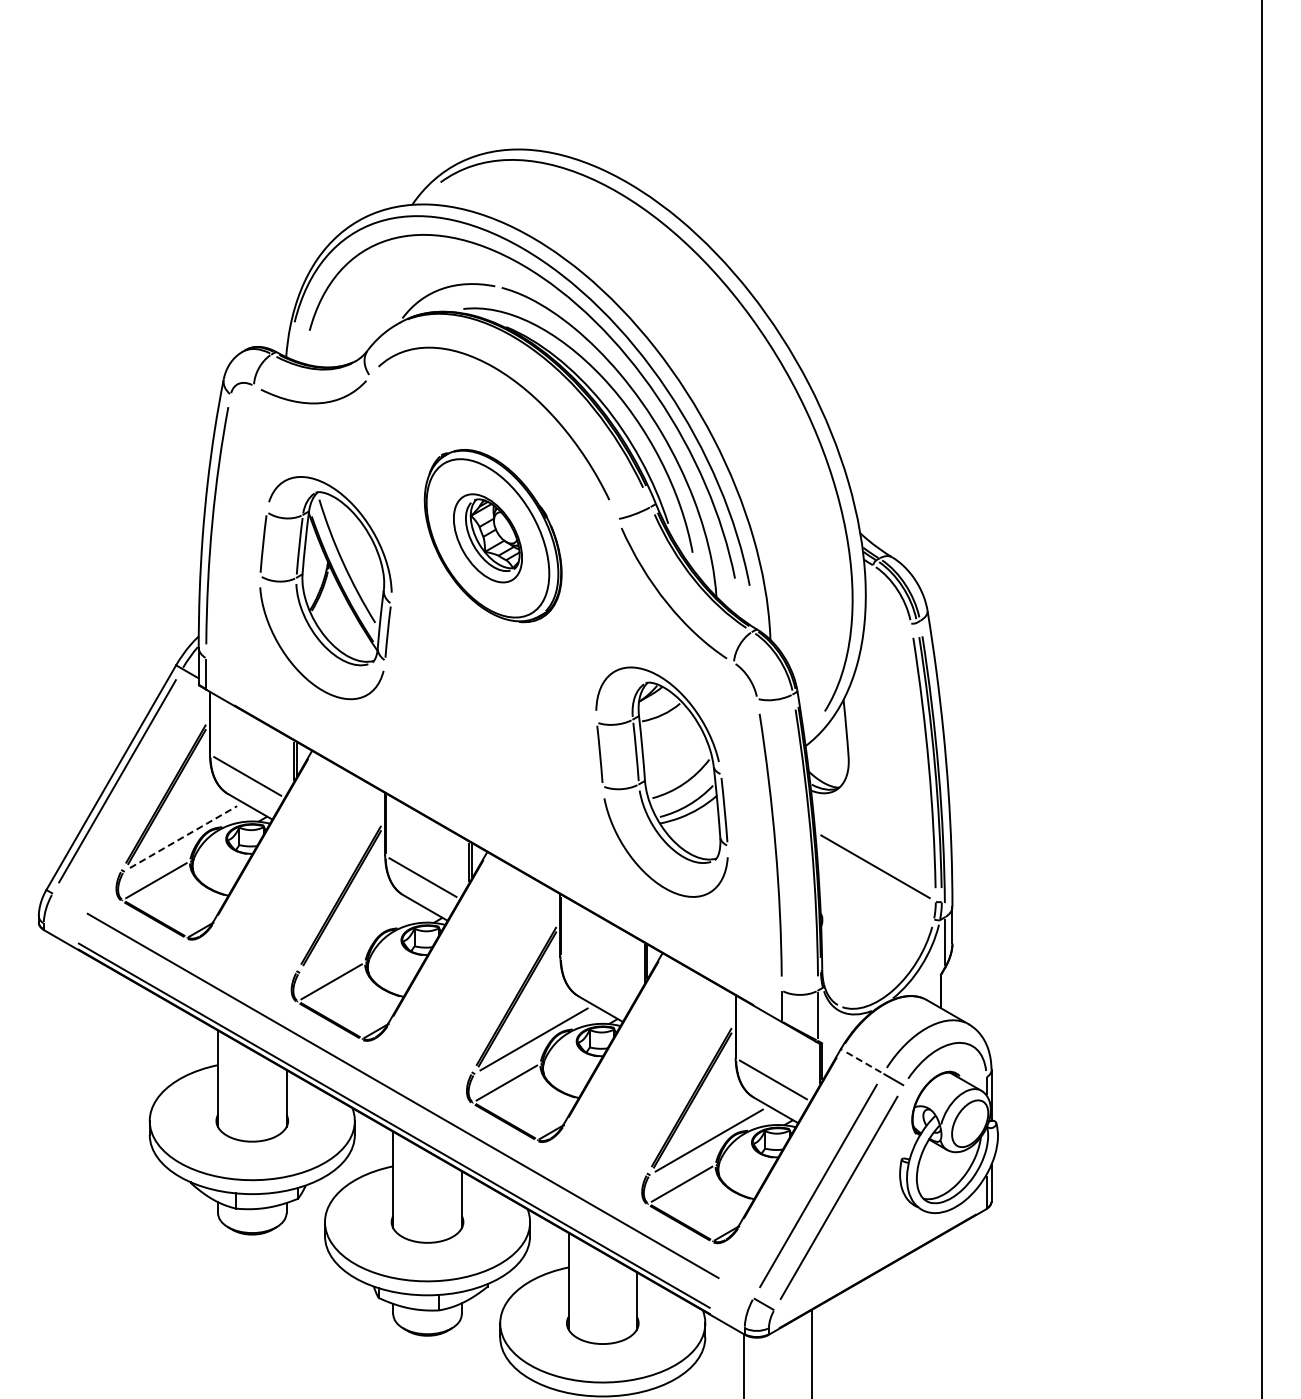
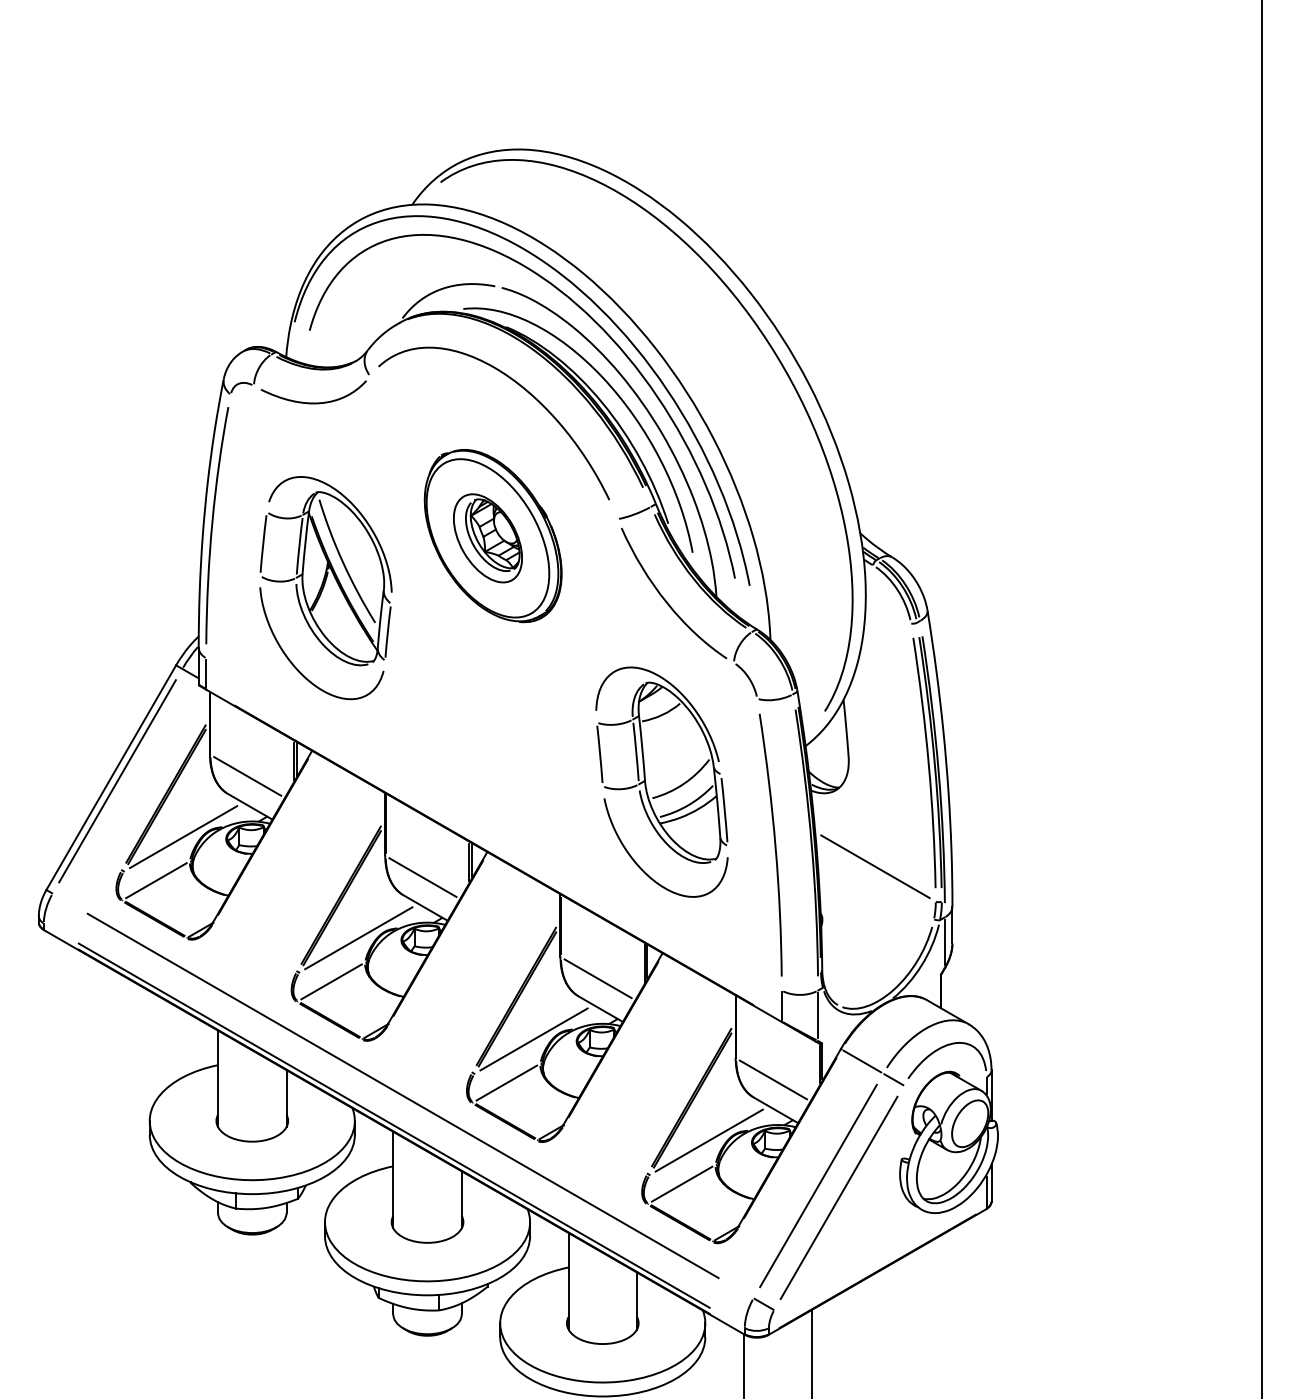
line at (183, 837): dashed -> solid
line at (358, 938): none -> present
line at (597, 978): none -> present
line at (862, 1061): dashed -> solid
